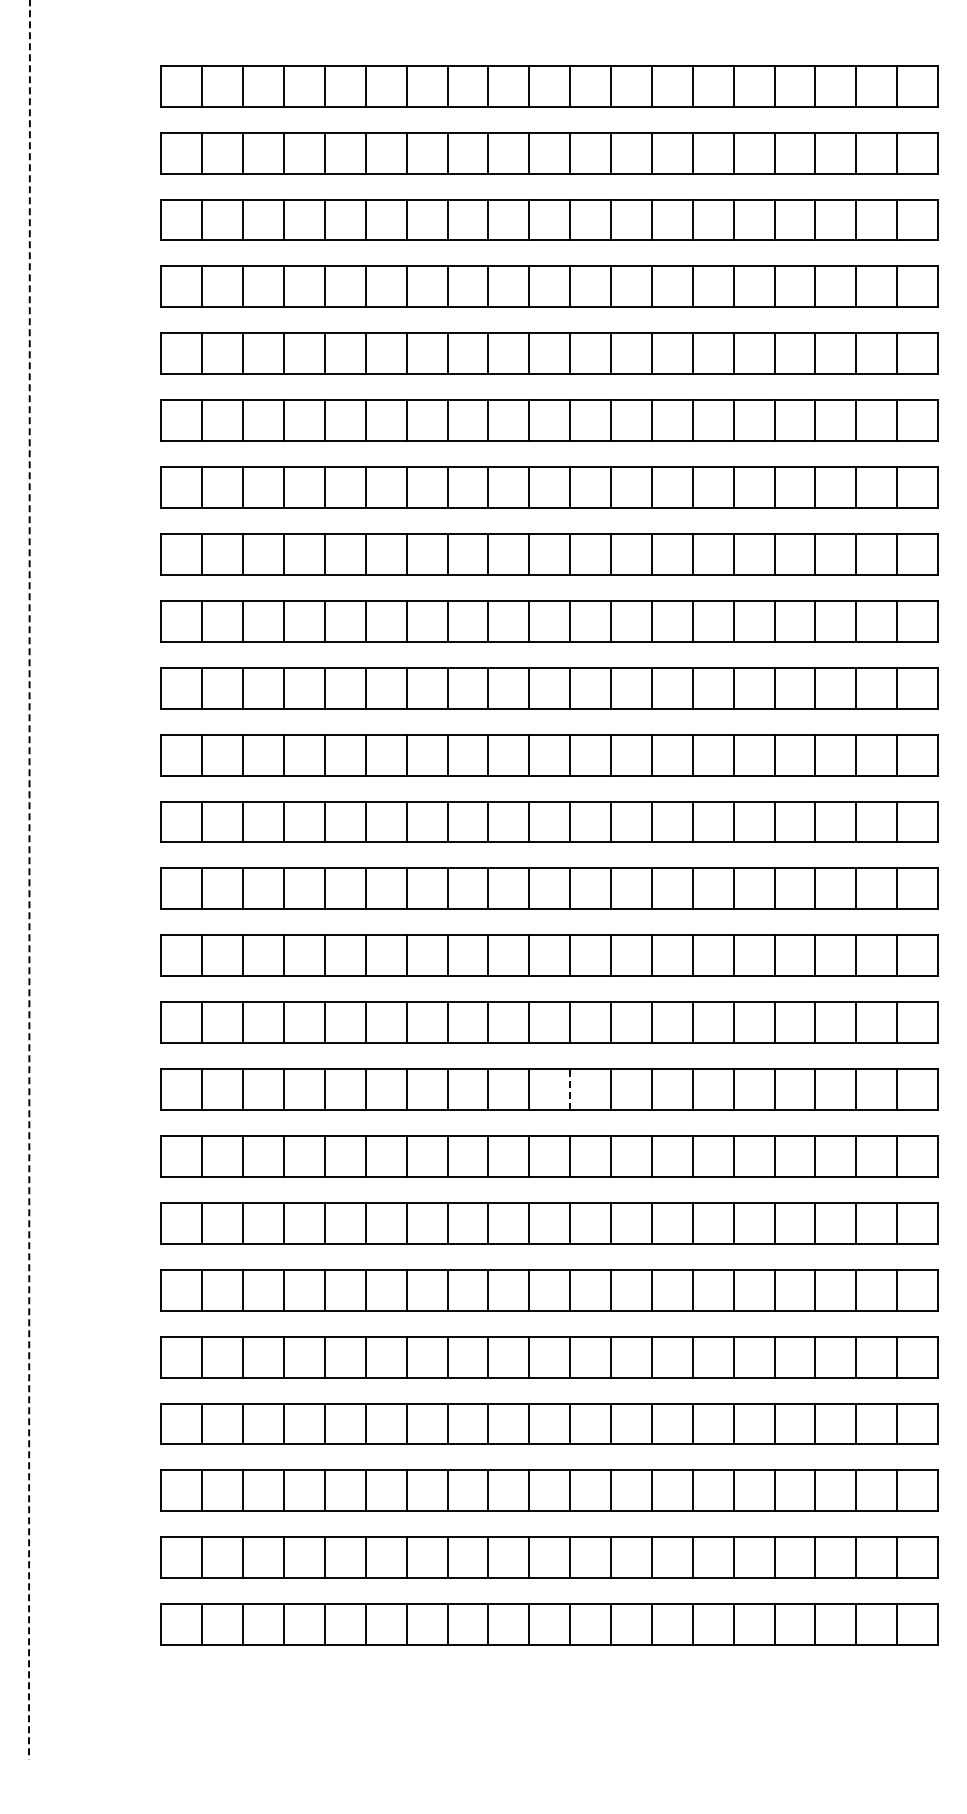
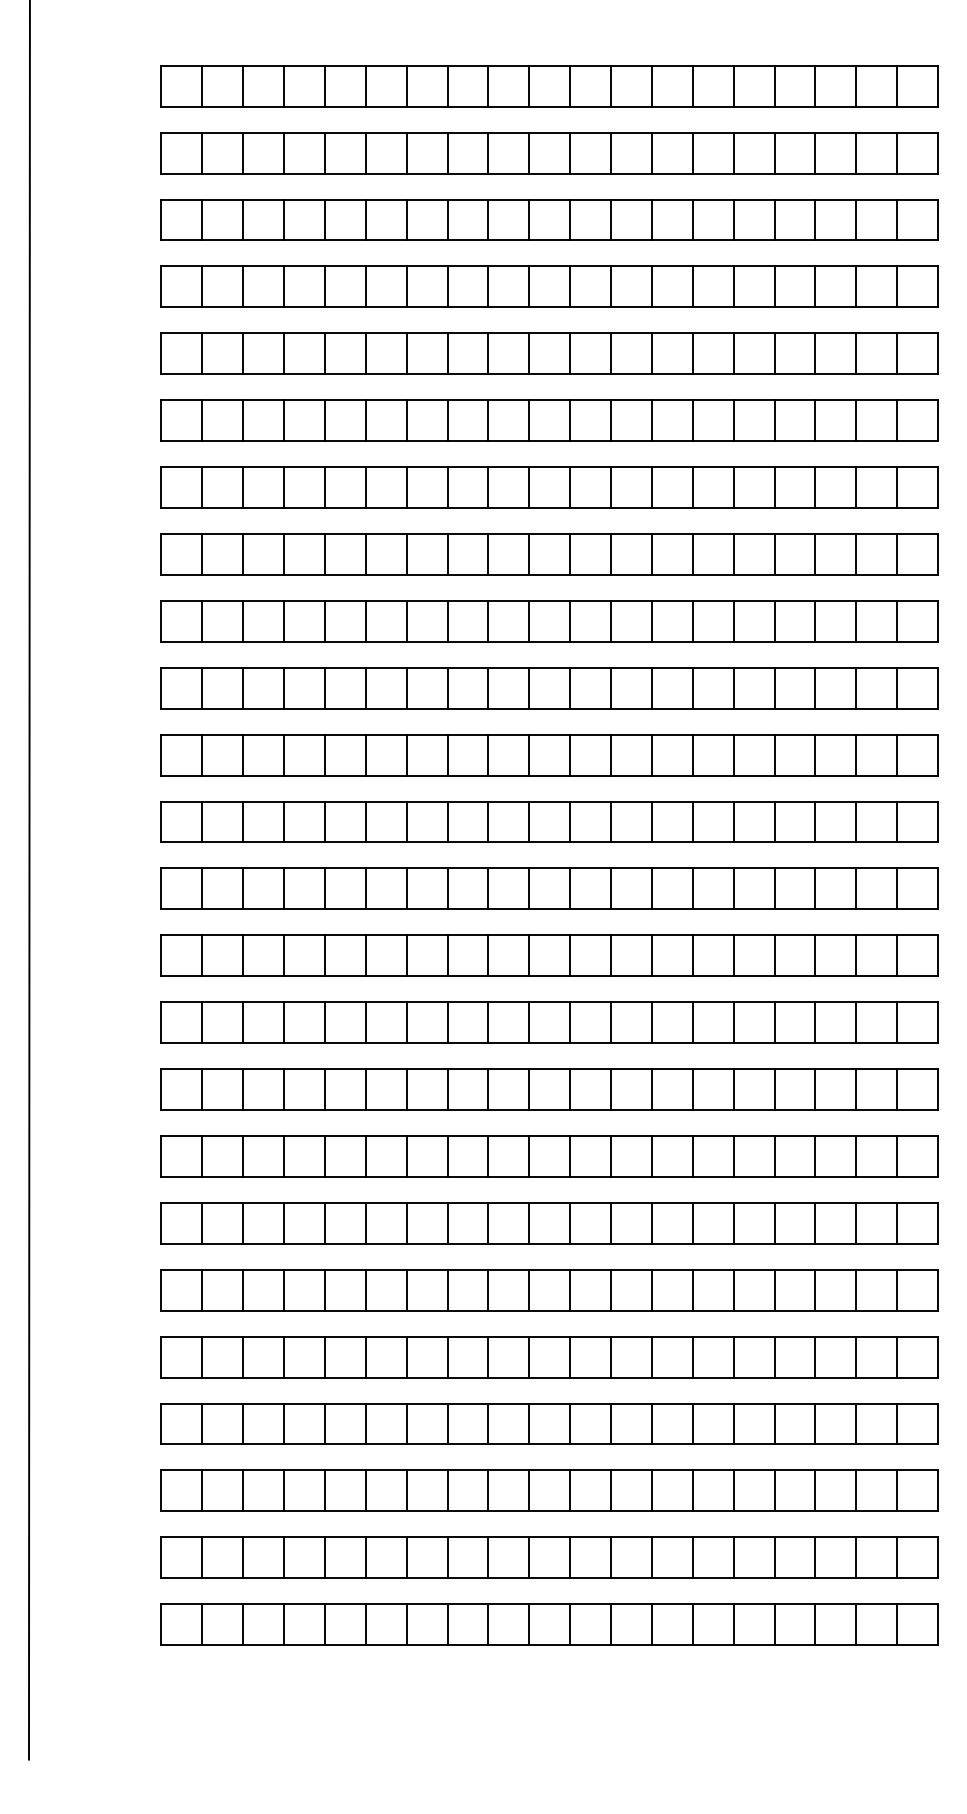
line at (29, 880): dashed -> solid
line at (570, 1089): dashed -> solid
